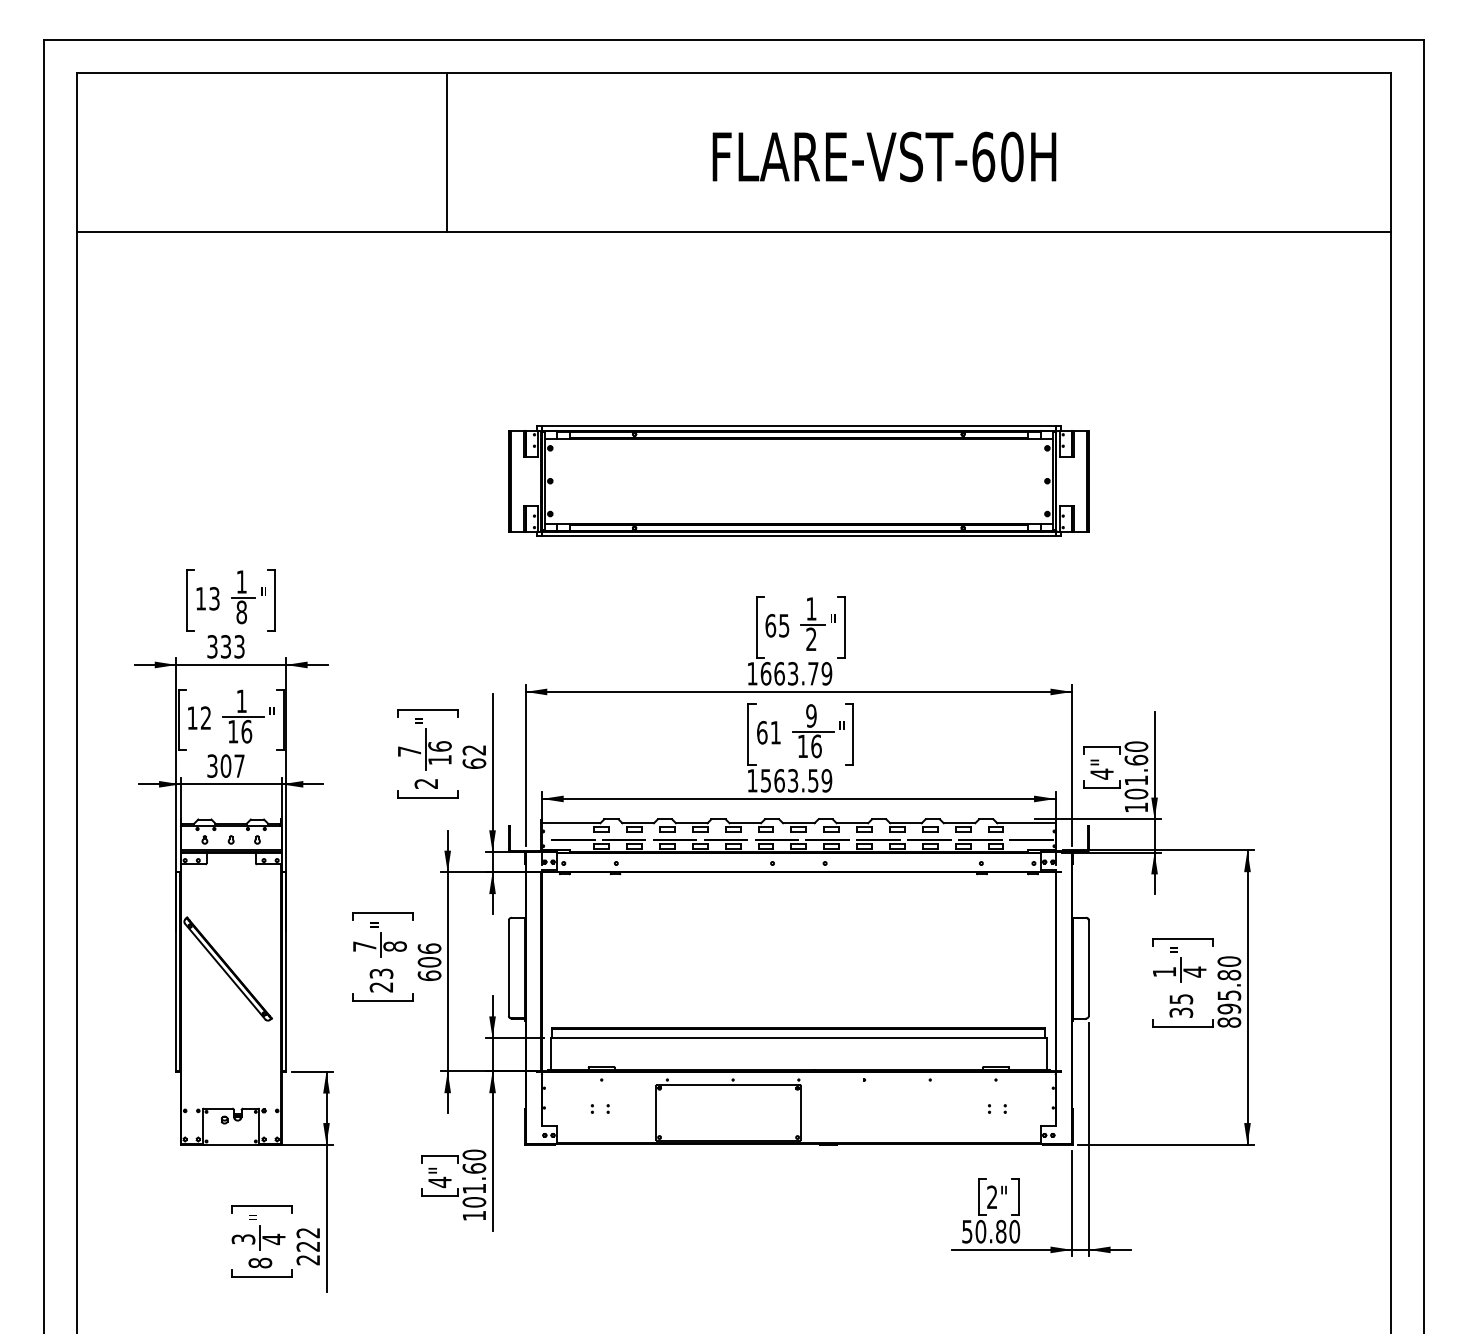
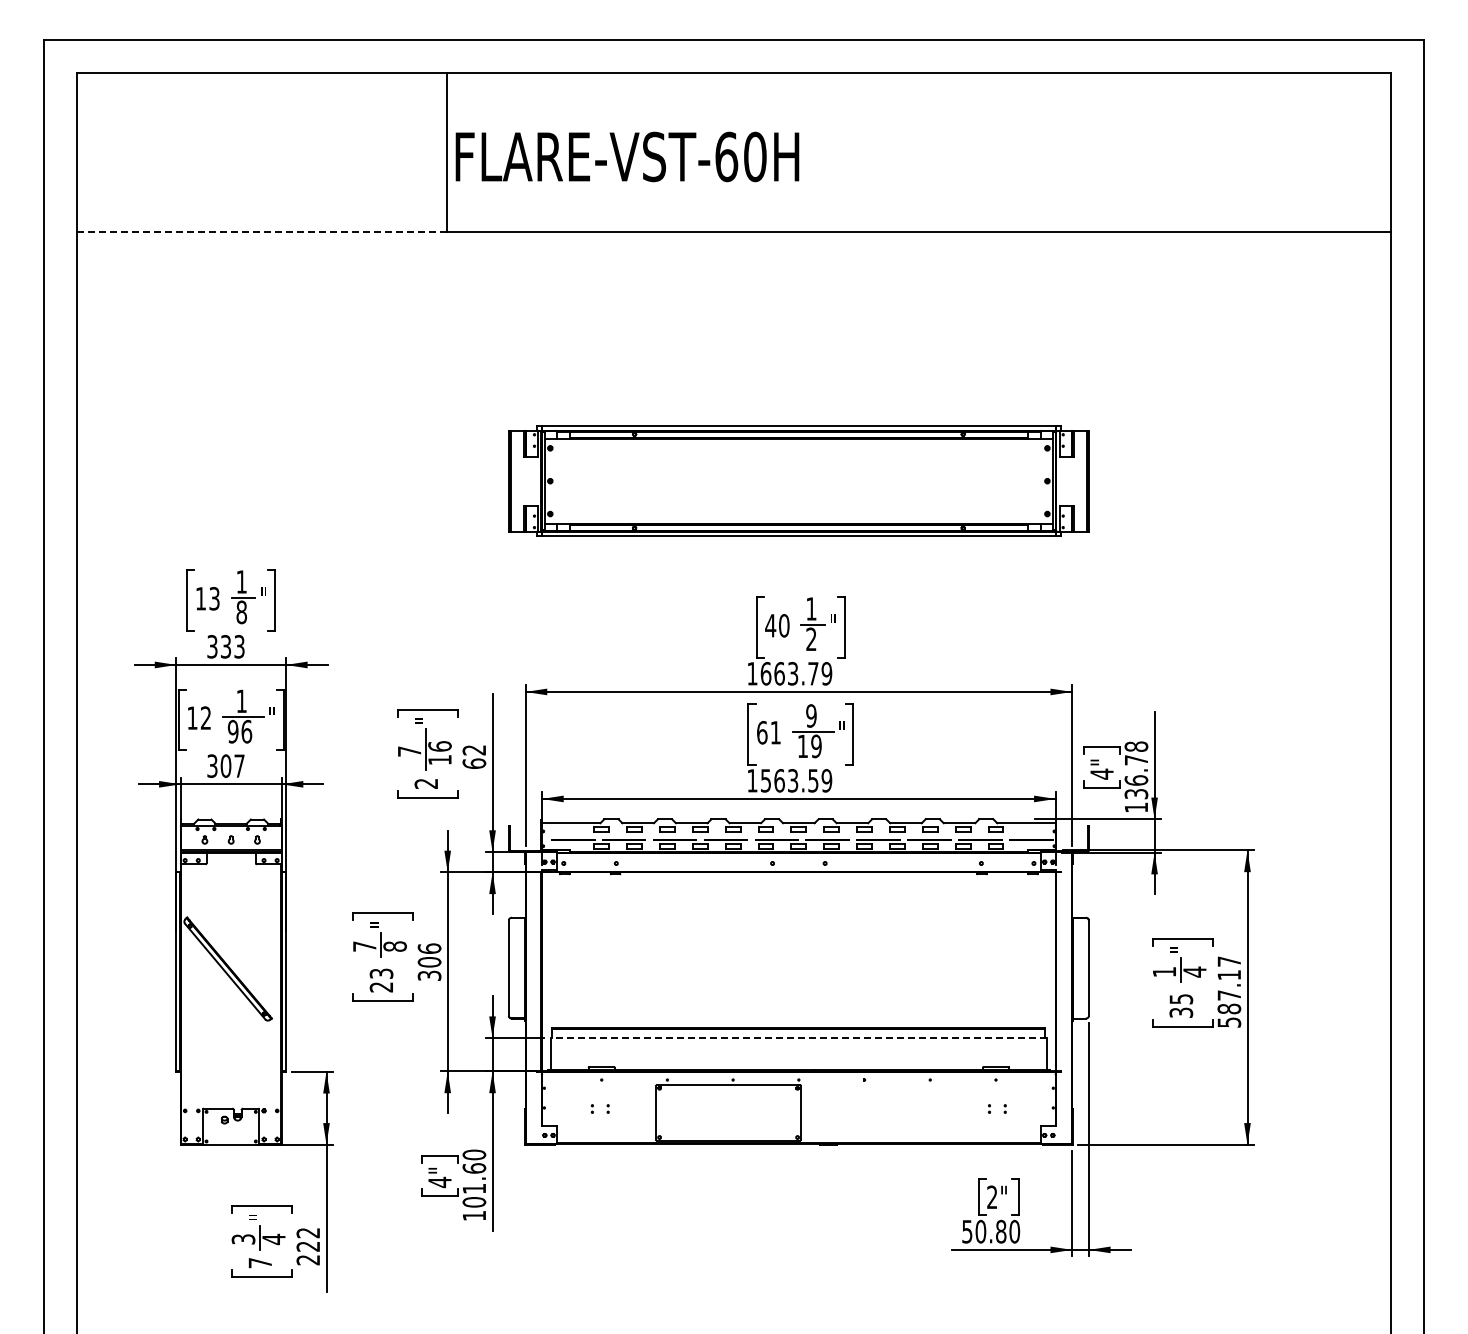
text at (884, 156) position: (884, 156) -> (627, 156)
line at (262, 232): solid -> dashed
text at (777, 625): 65 -> 40
text at (232, 731): 16 -> 96
text at (816, 746): 16 -> 19
text at (1136, 770): 101.60 -> 136.78
text at (429, 975): 606 -> 306
text at (1229, 991): 895.80 -> 587.17
line at (798, 1038): solid -> dashed
text at (260, 1262): 8 -> 7
